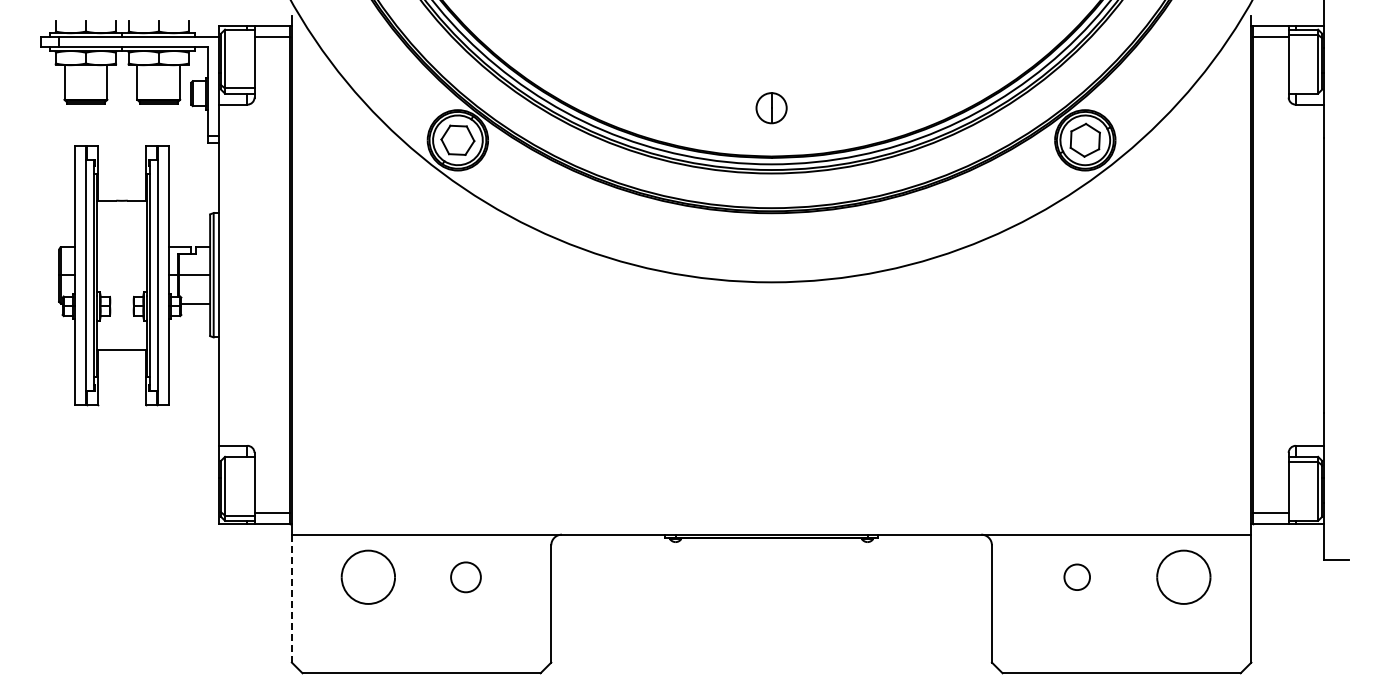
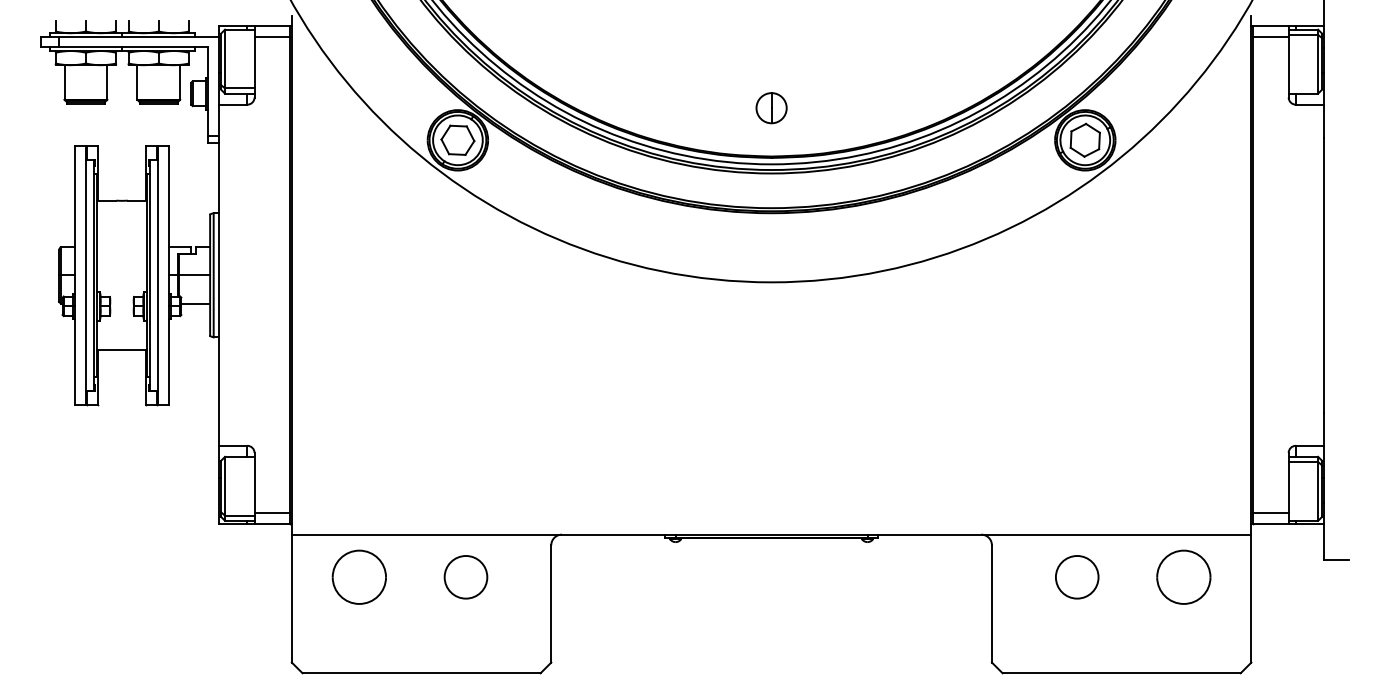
part at (367, 576) position: (367, 576) -> (358, 576)
circle at (465, 577) size: 32x33 px -> 46x45 px
circle at (1077, 577) diameter: 26 px -> 43 px
line at (291, 598): dashed -> solid
